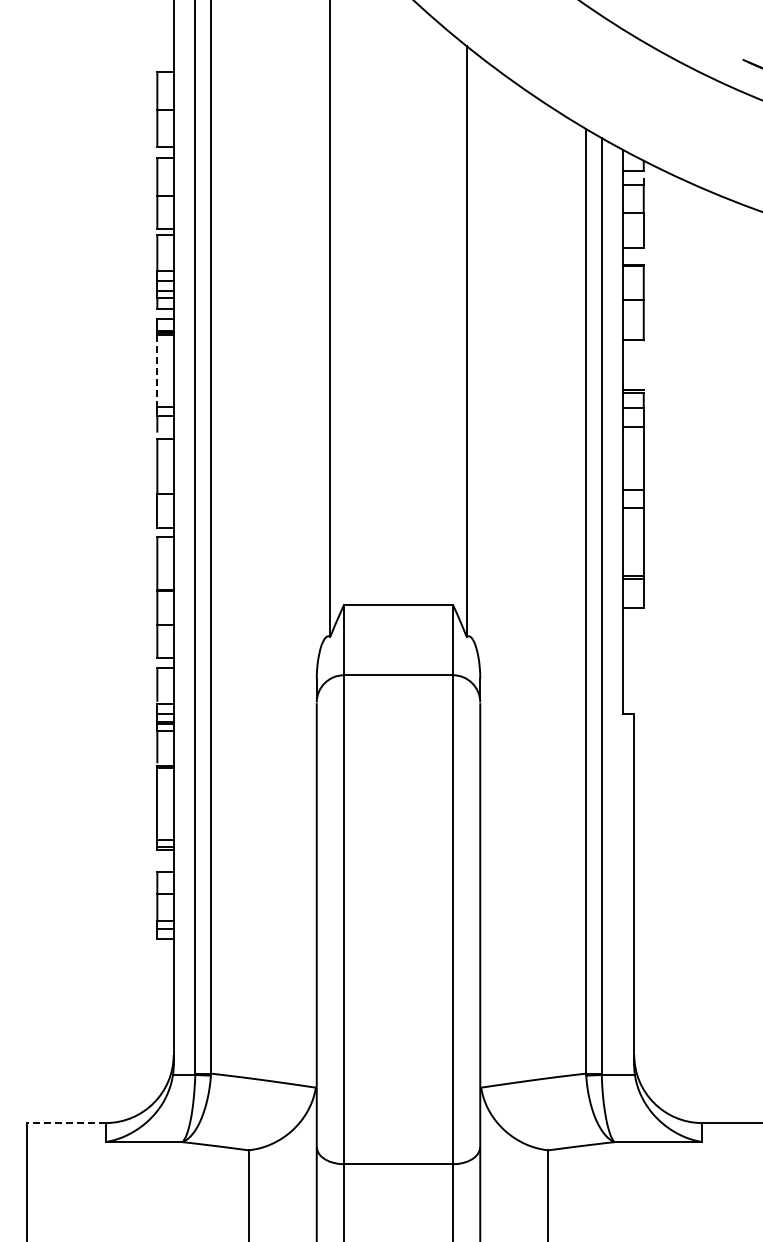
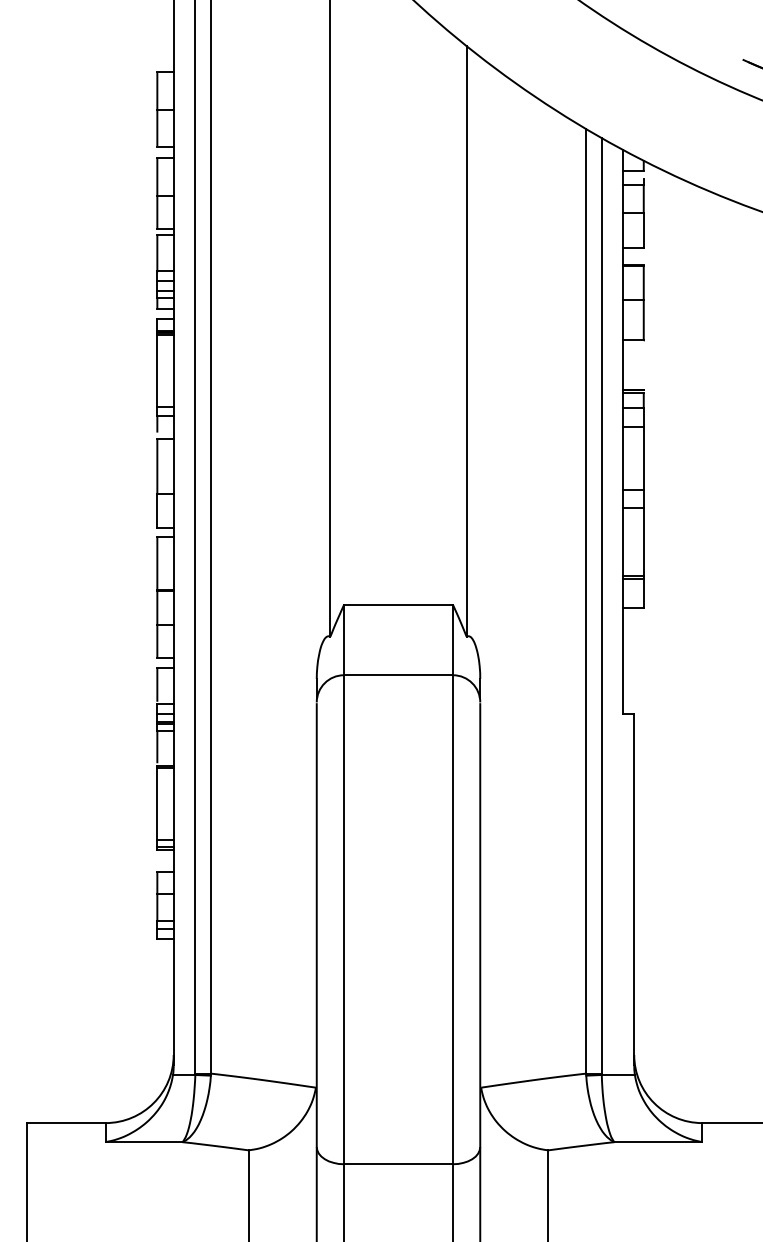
line at (157, 370): dashed -> solid
line at (65, 1123): dashed -> solid
